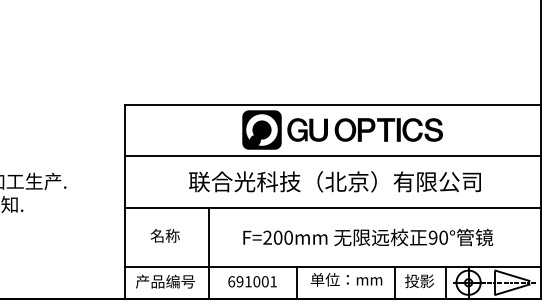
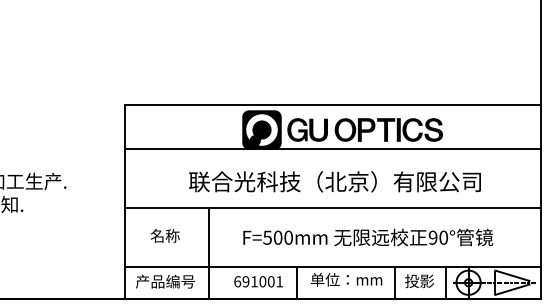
line at (332, 156) position: (332, 156) -> (332, 149)
text at (267, 237): F=200mm -> F=500mm
text at (252, 281) position: (252, 281) -> (258, 281)
